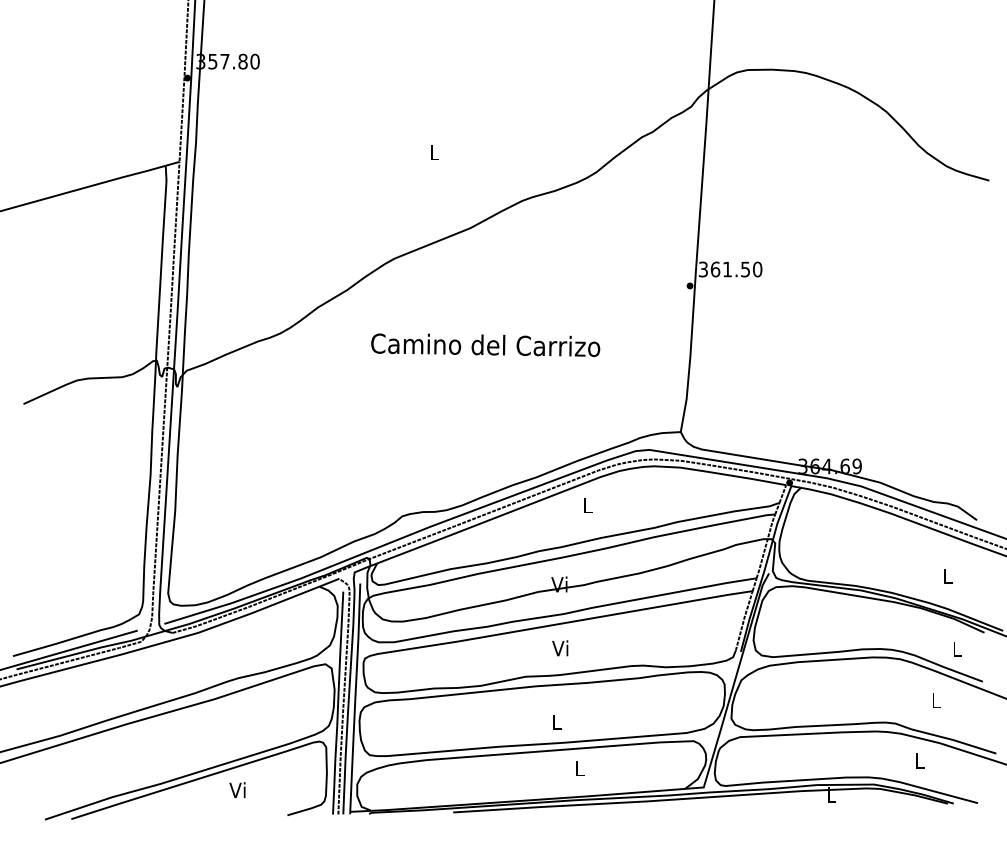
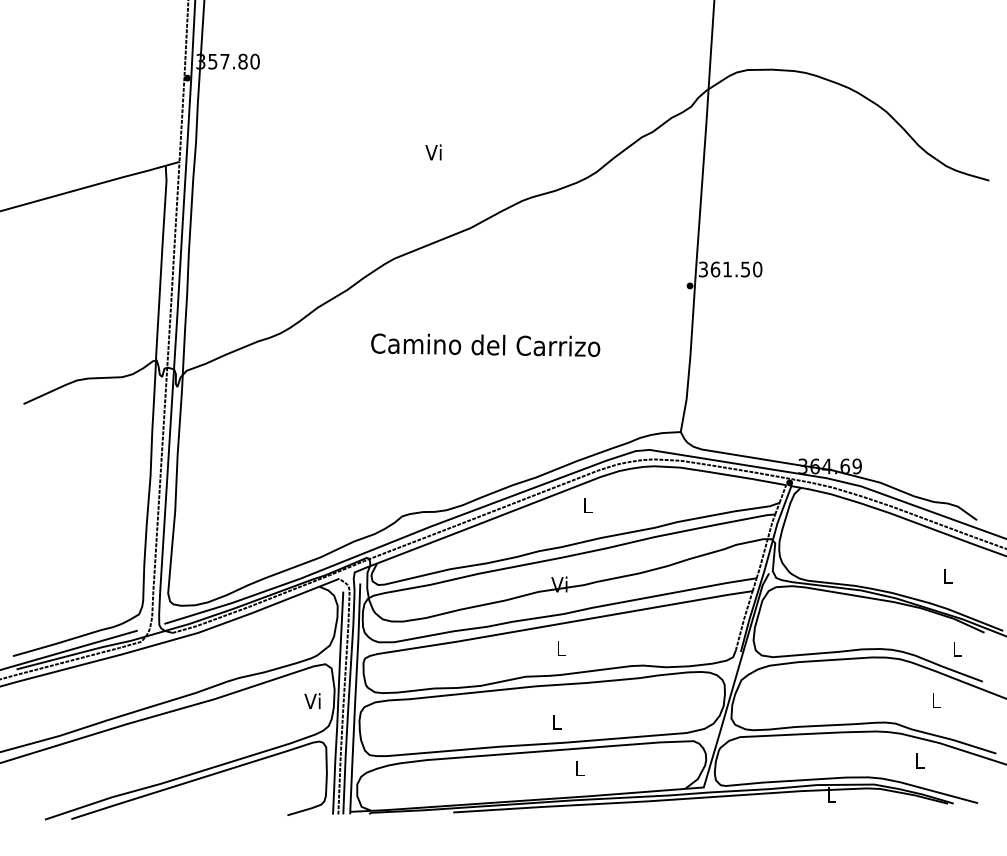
text at (433, 152): L -> Vi
text at (560, 648): Vi -> L
text at (237, 790) position: (237, 790) -> (312, 701)
